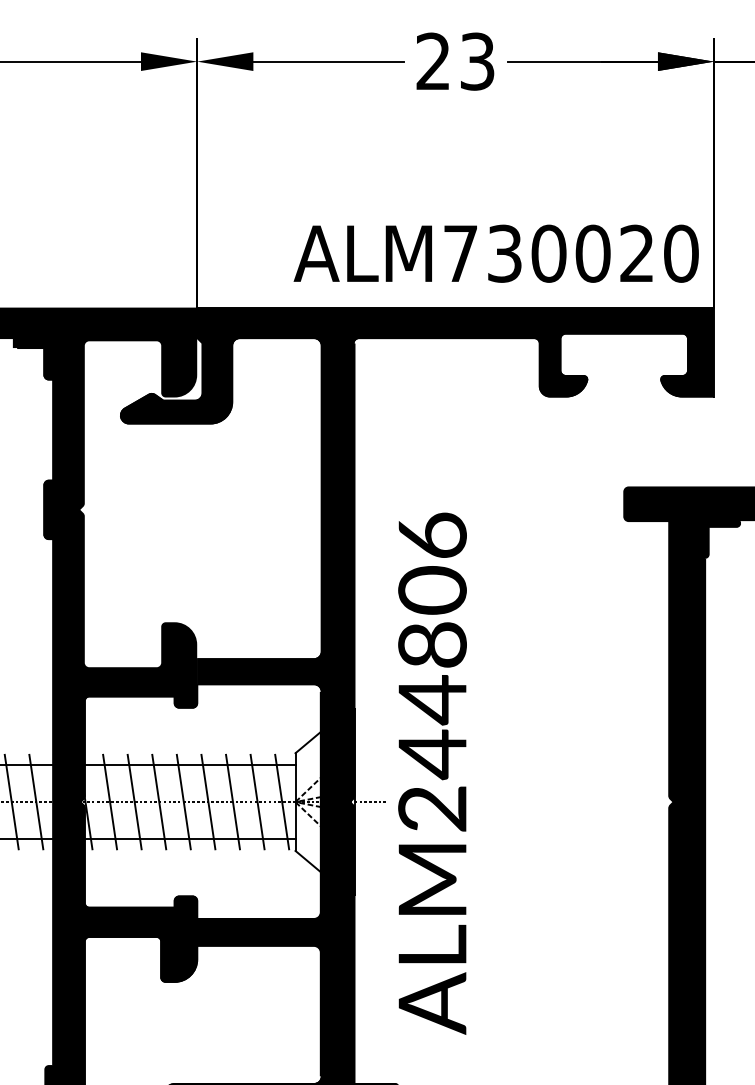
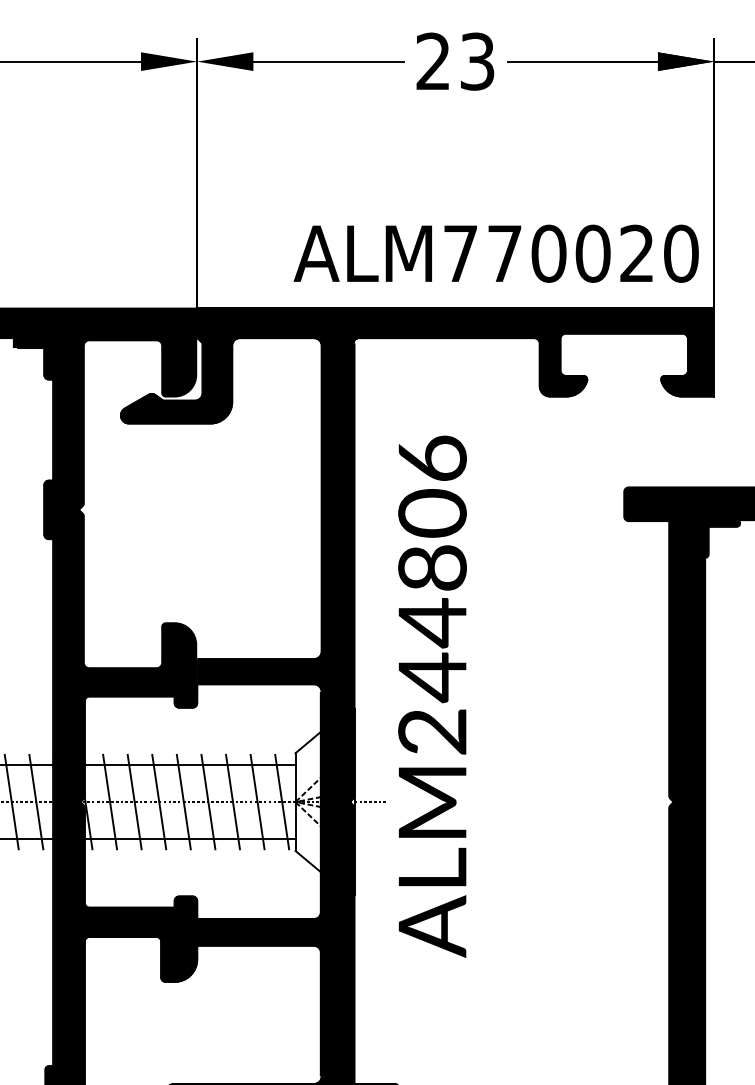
text at (504, 253): ALM730020 -> ALM770020
text at (432, 773) position: (432, 773) -> (432, 696)
